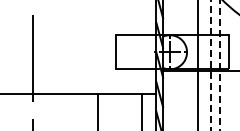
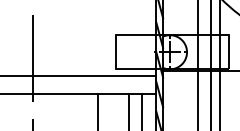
line at (211, 65): dashed -> solid
line at (219, 65): dashed -> solid
line at (79, 76): none -> present
line at (128, 110): none -> present
